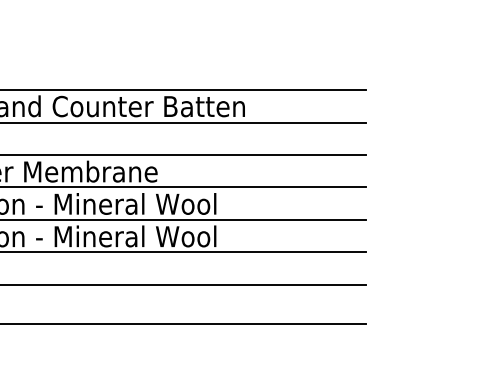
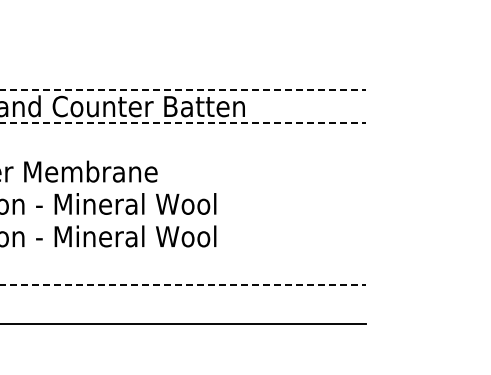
line at (182, 90): solid -> dashed
line at (182, 122): solid -> dashed
line at (183, 155): present -> none
line at (183, 187): present -> none
line at (183, 219): present -> none
line at (183, 252): present -> none
line at (182, 284): solid -> dashed
